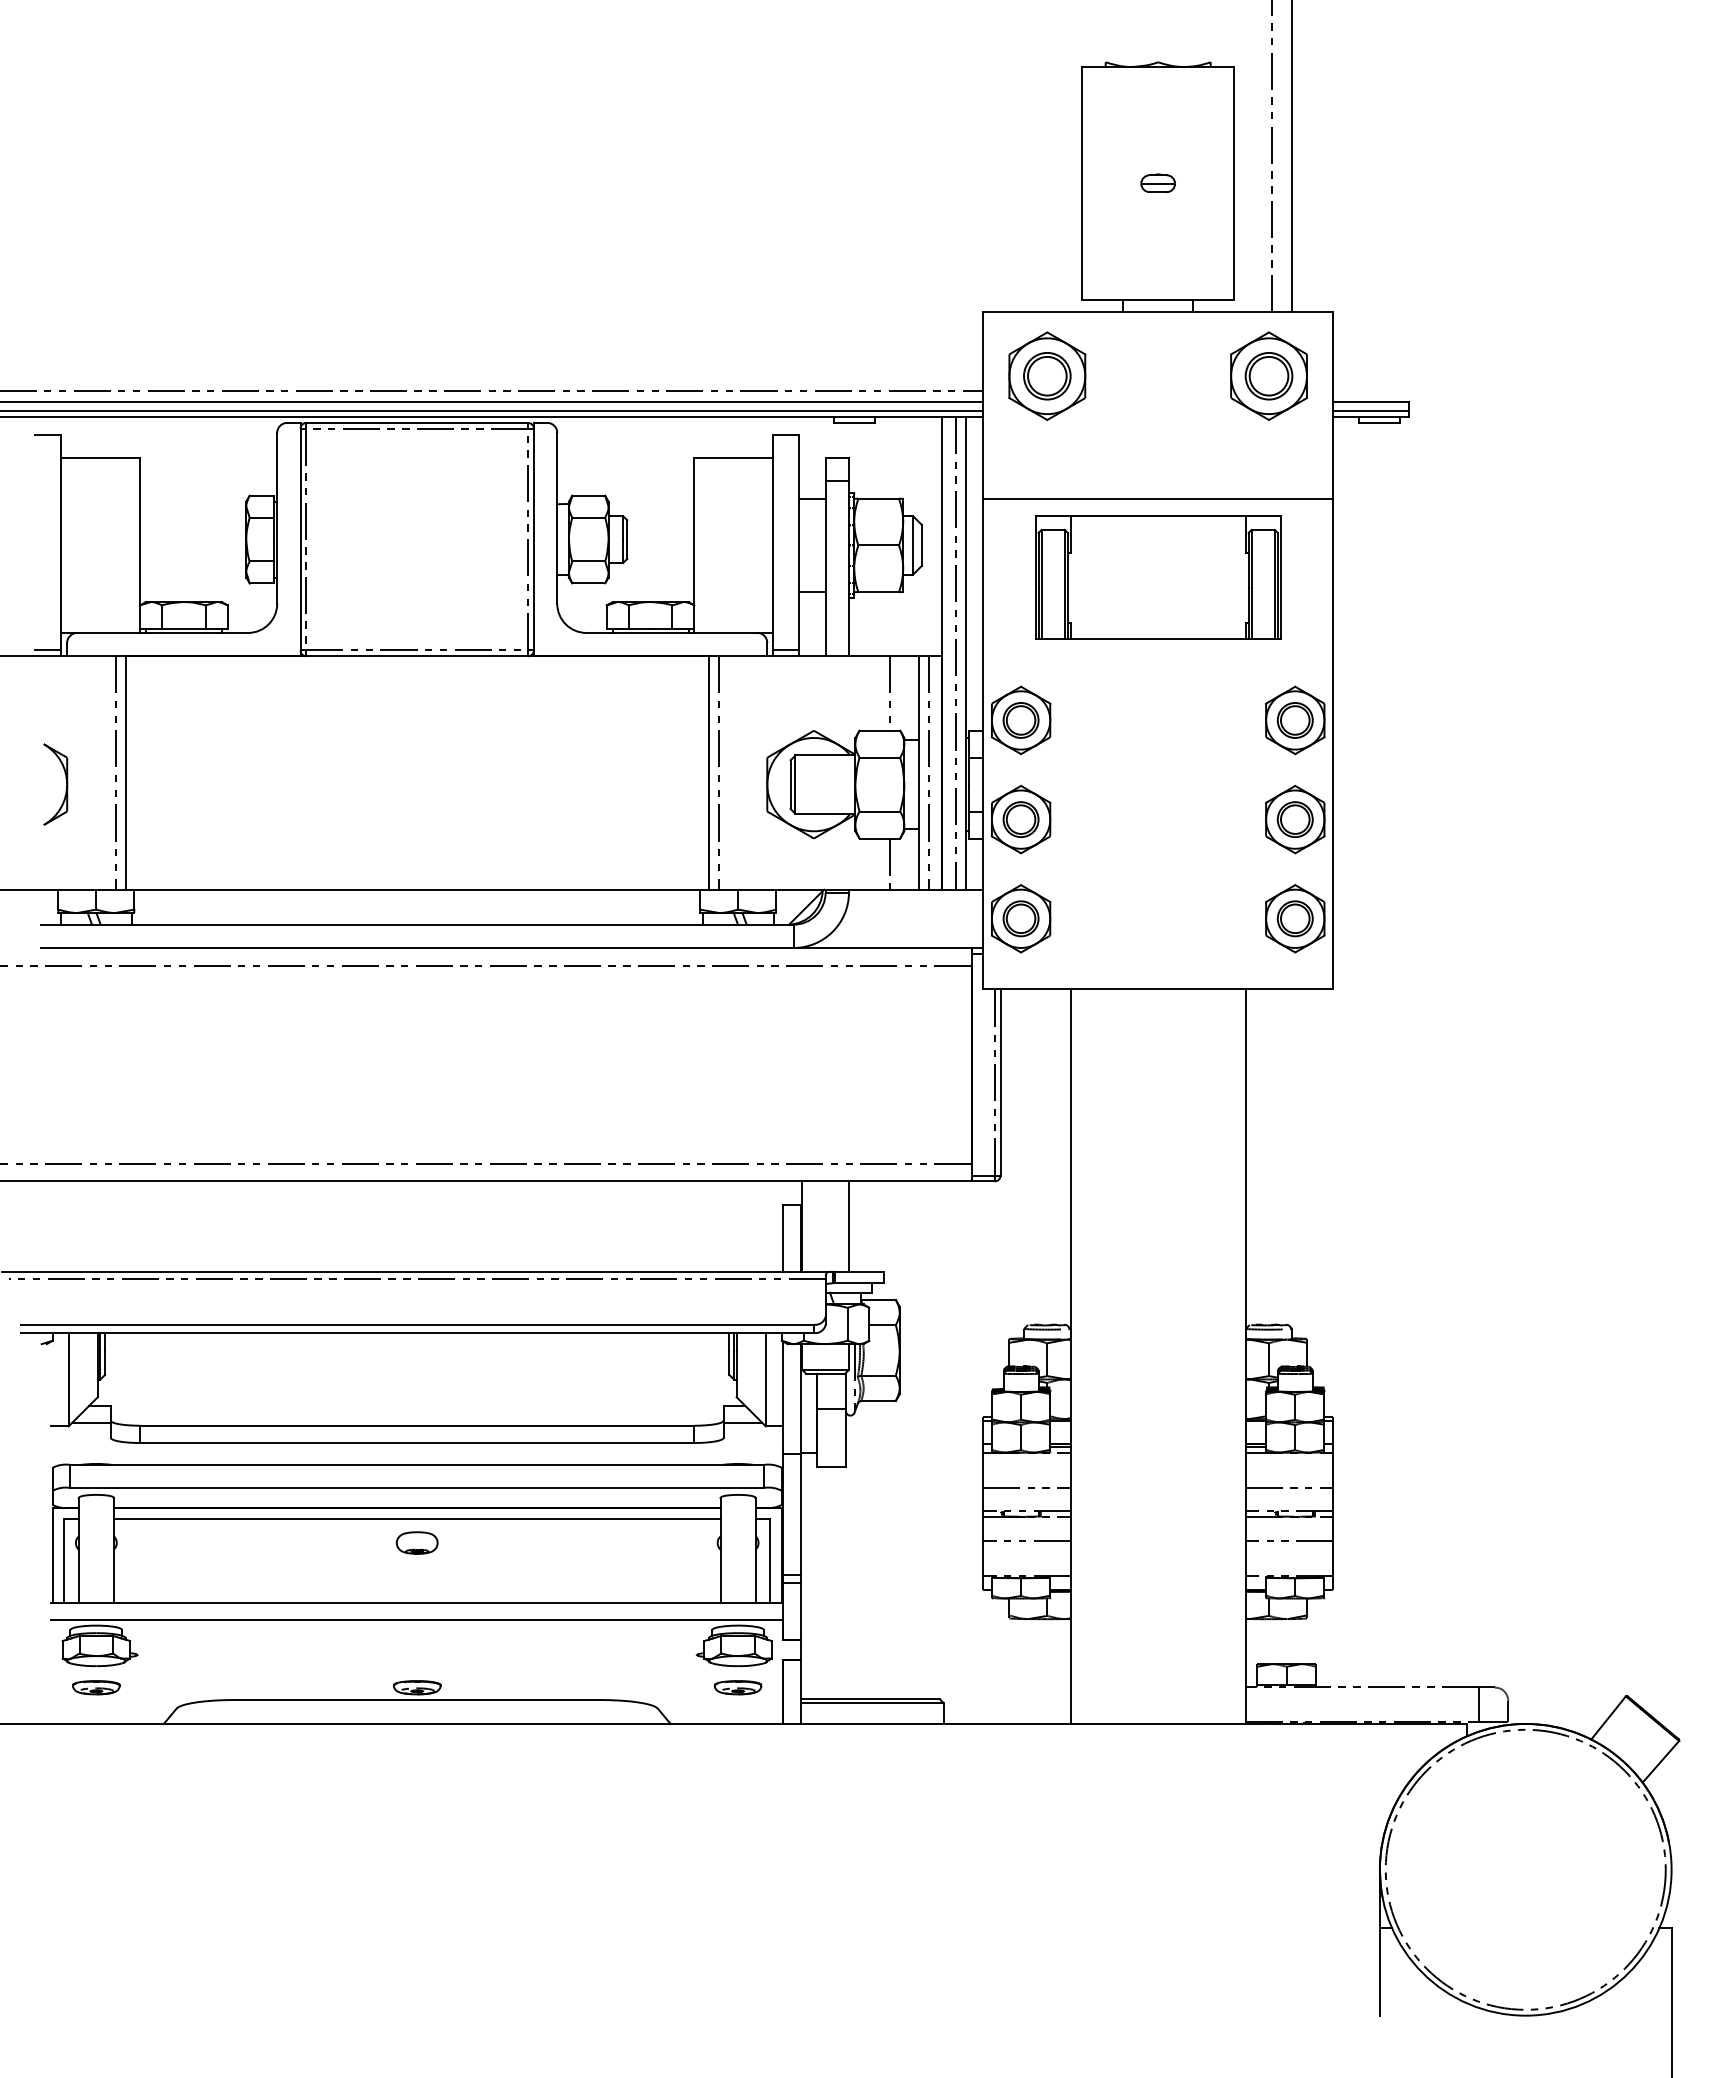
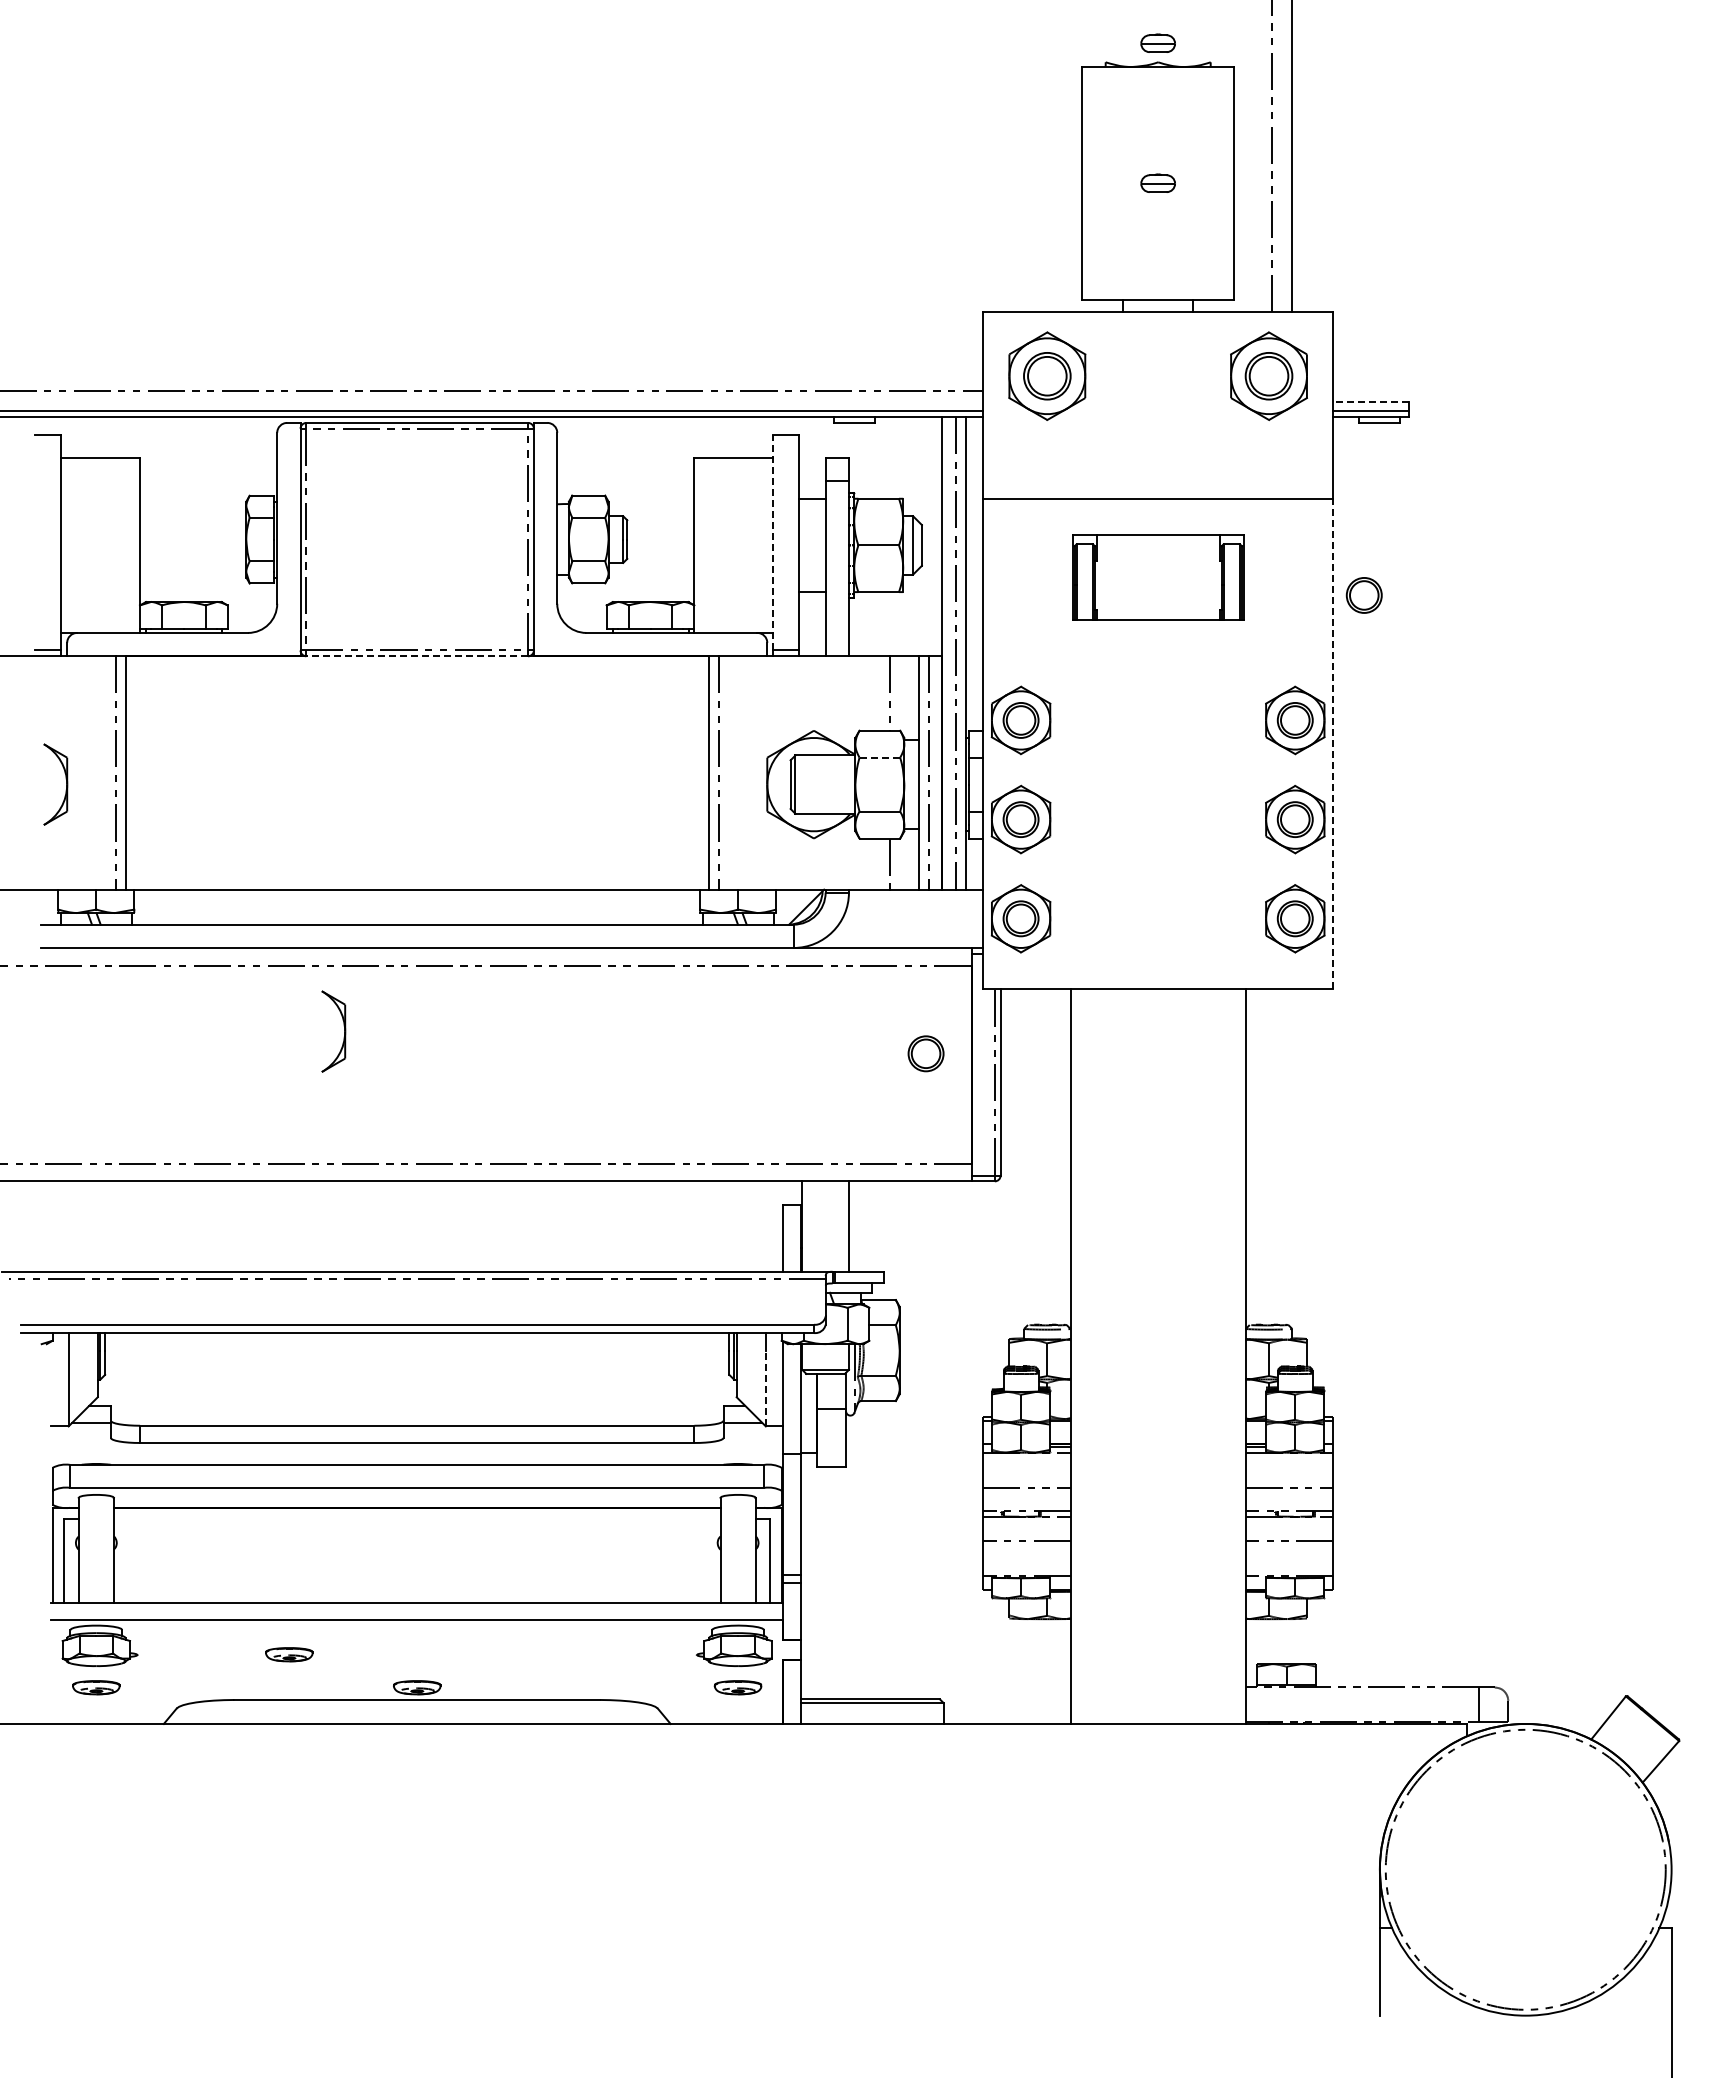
part at (1157, 42): none -> present
line at (492, 402): present -> none
line at (1371, 402): solid -> dashed
line at (773, 542): solid -> dashed
part at (1158, 577) size: 247x125 px -> 173x87 px
part at (1363, 595): none -> present
line at (417, 656): solid -> dashed
line at (1333, 743): solid -> dashed
line at (879, 757): solid -> dashed
part at (344, 1031): none -> present
part at (925, 1053): none -> present
line at (765, 1388): solid -> dashed
line at (416, 1519): present -> none
part at (416, 1542): present -> none
part at (289, 1654): none -> present
